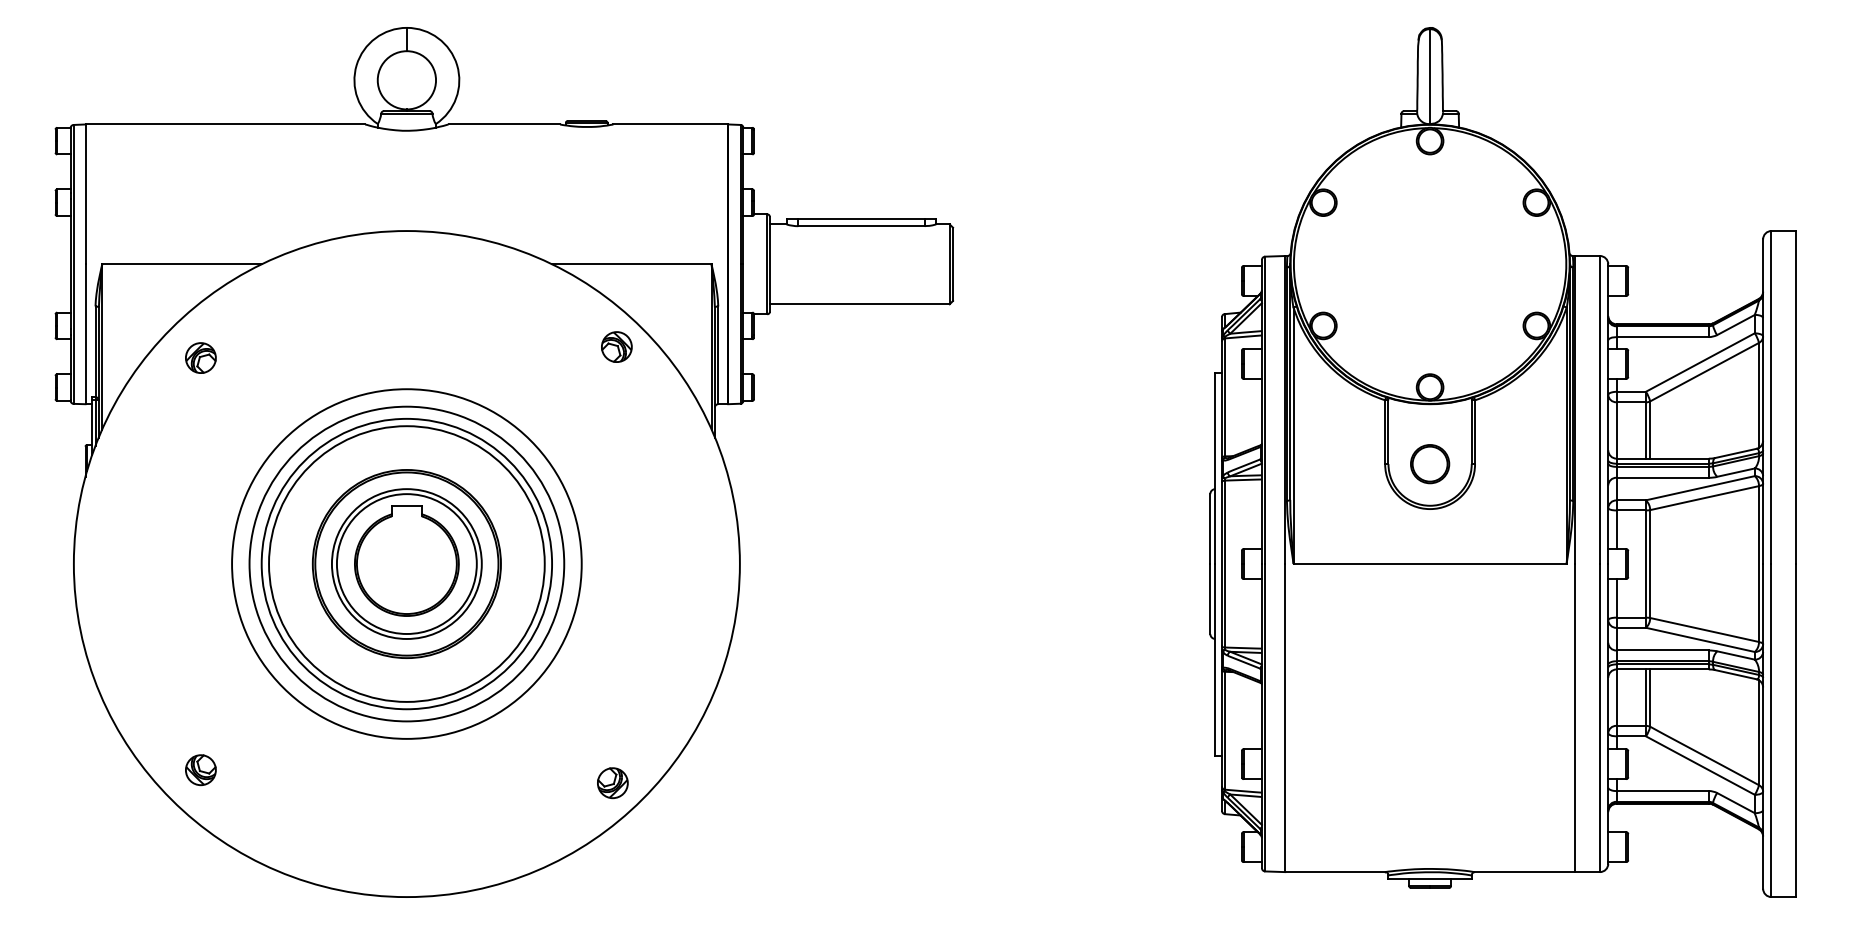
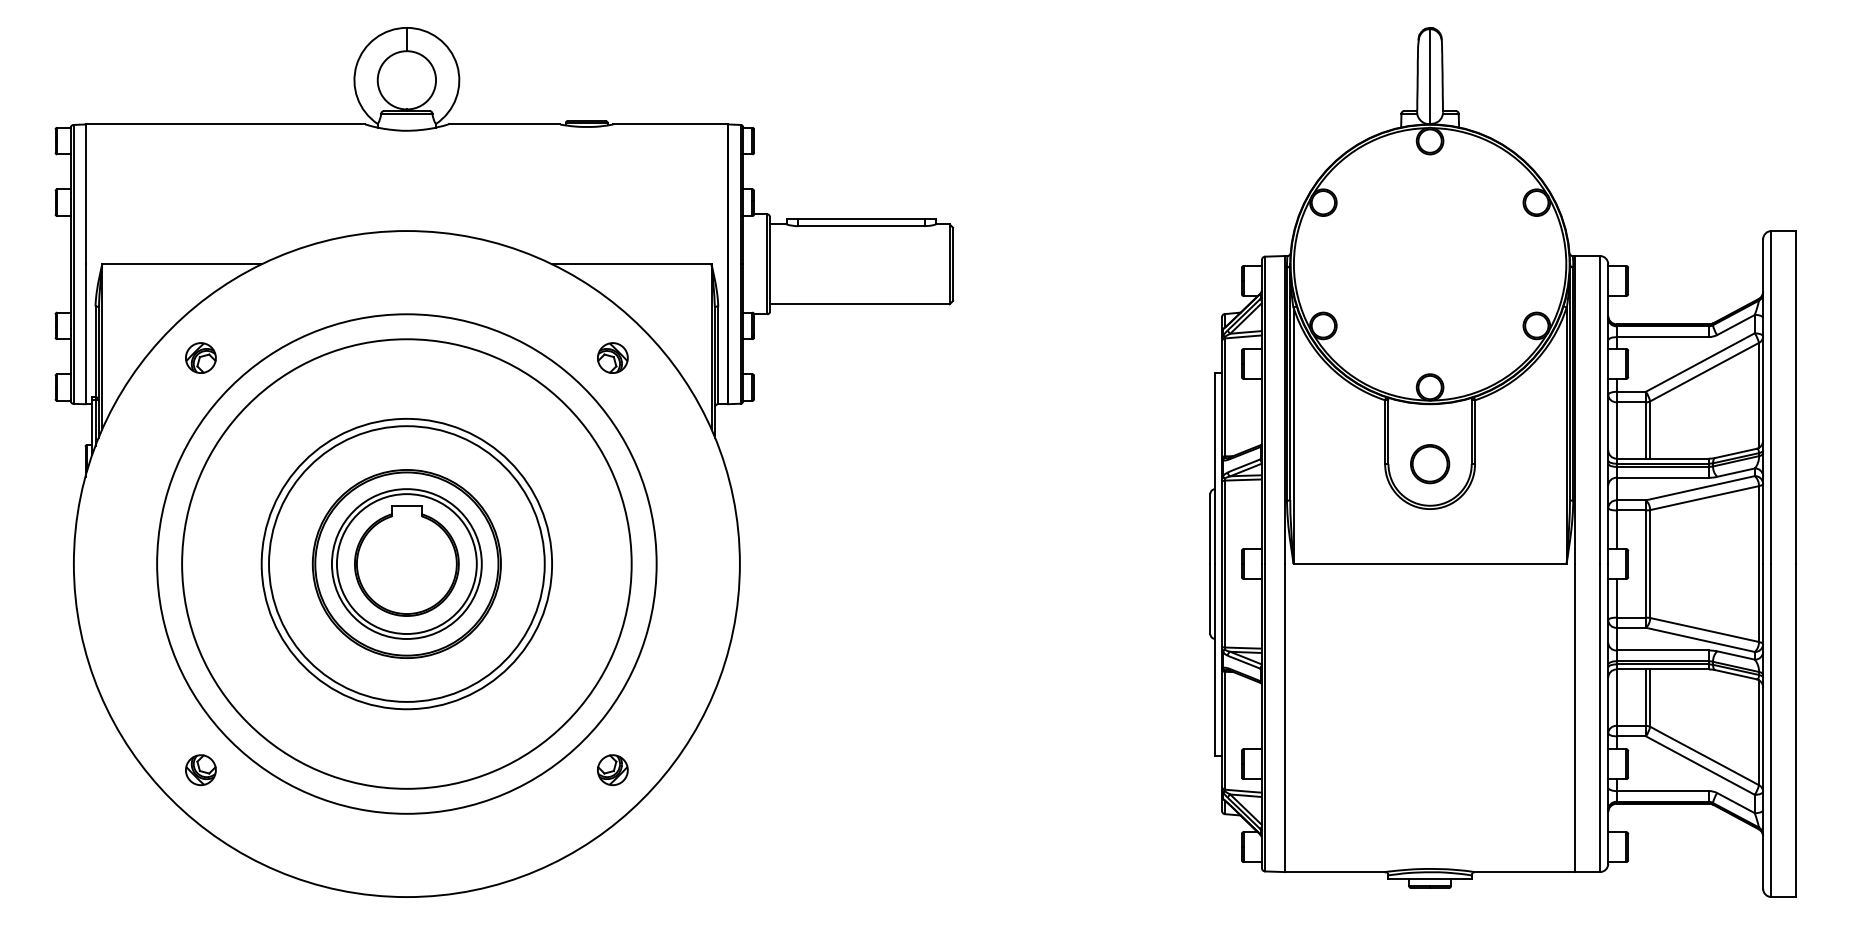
part at (616, 346) position: (616, 346) -> (612, 357)
circle at (406, 563) diameter: 315 px -> 450 px
circle at (406, 563) diameter: 350 px -> 500 px
part at (612, 783) position: (612, 783) -> (612, 770)
